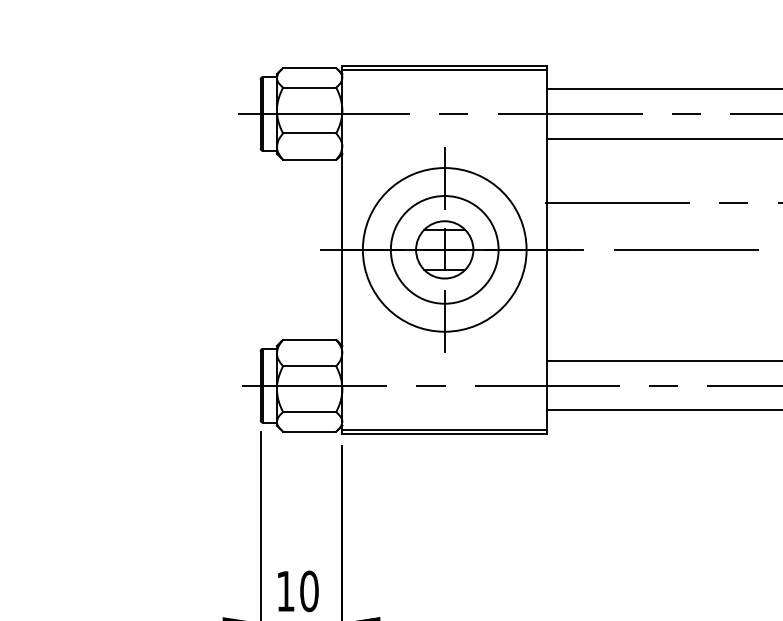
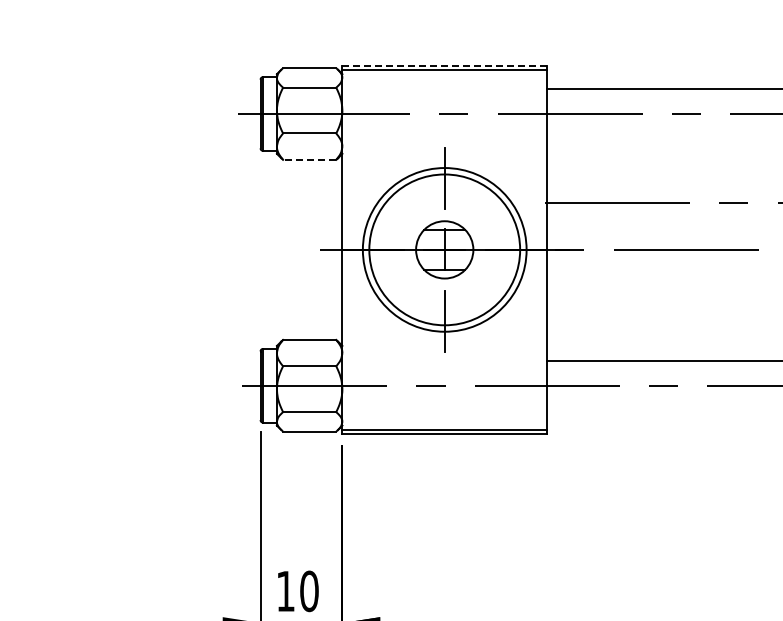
line at (445, 65): solid -> dashed
line at (663, 138): present -> none
line at (309, 159): solid -> dashed
circle at (444, 249) diameter: 108 px -> 151 px
line at (663, 410): present -> none
